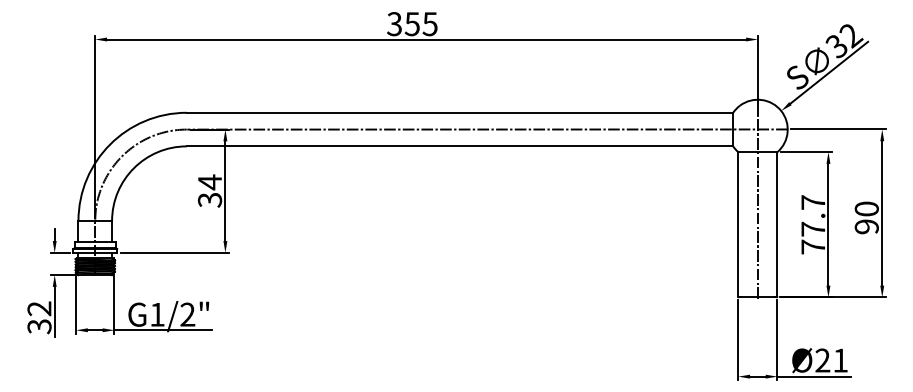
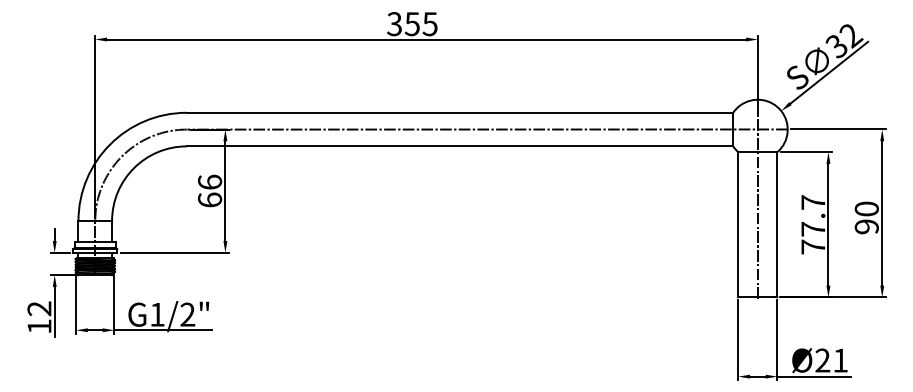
text at (209, 190): 34 -> 66
text at (39, 326): 32 -> 12
